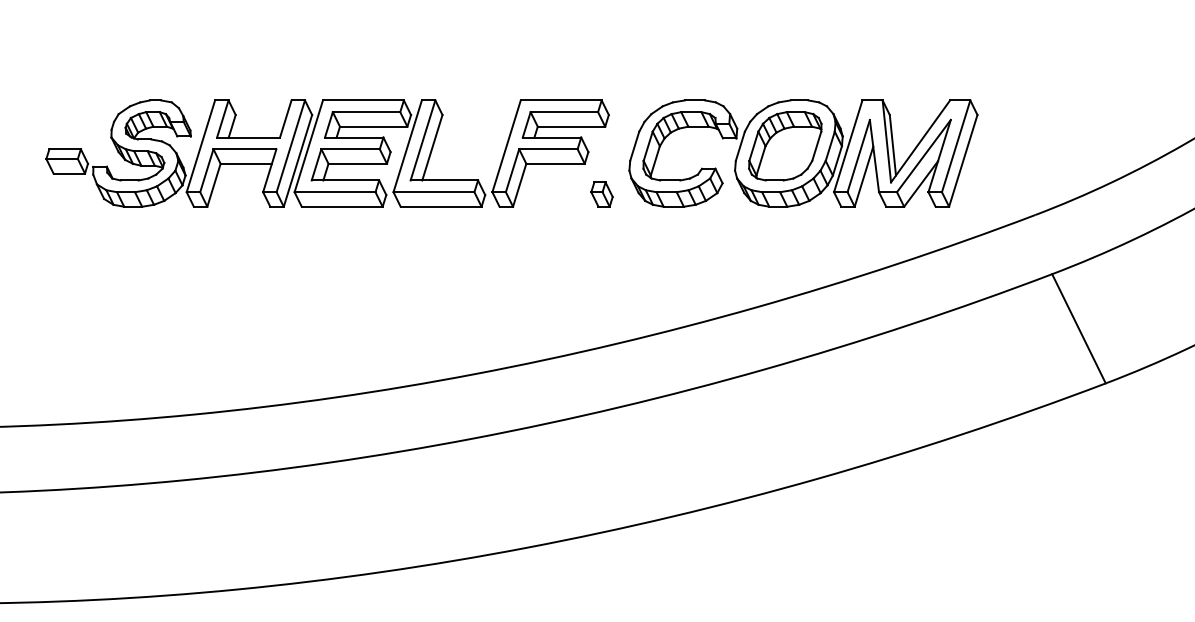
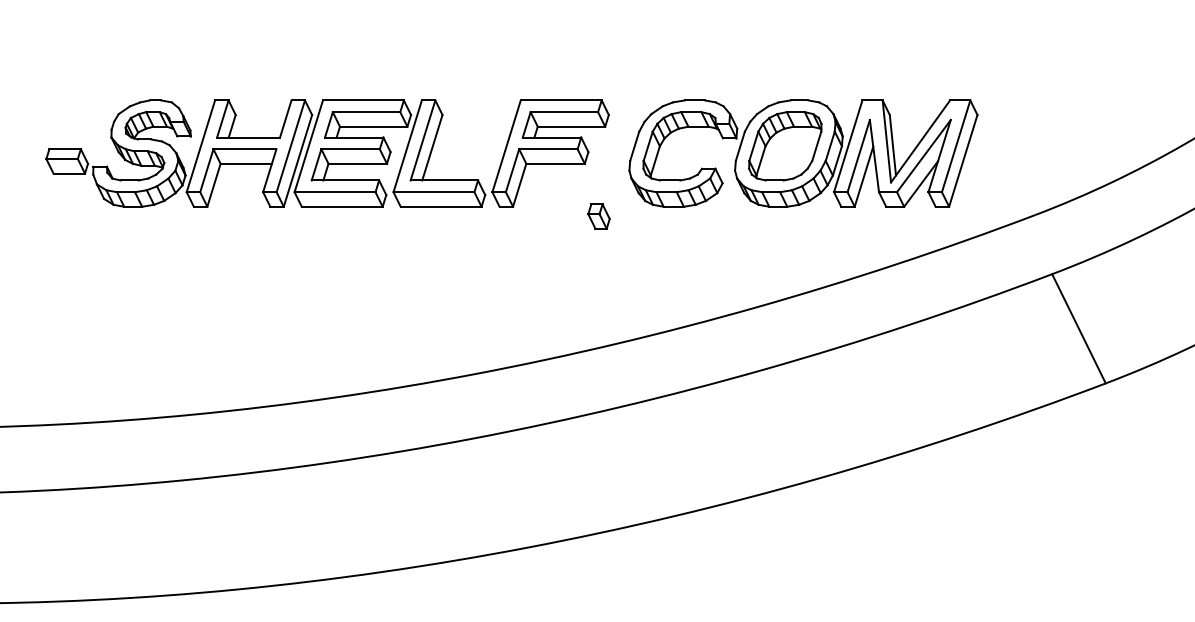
part at (601, 194) position: (601, 194) -> (598, 216)
